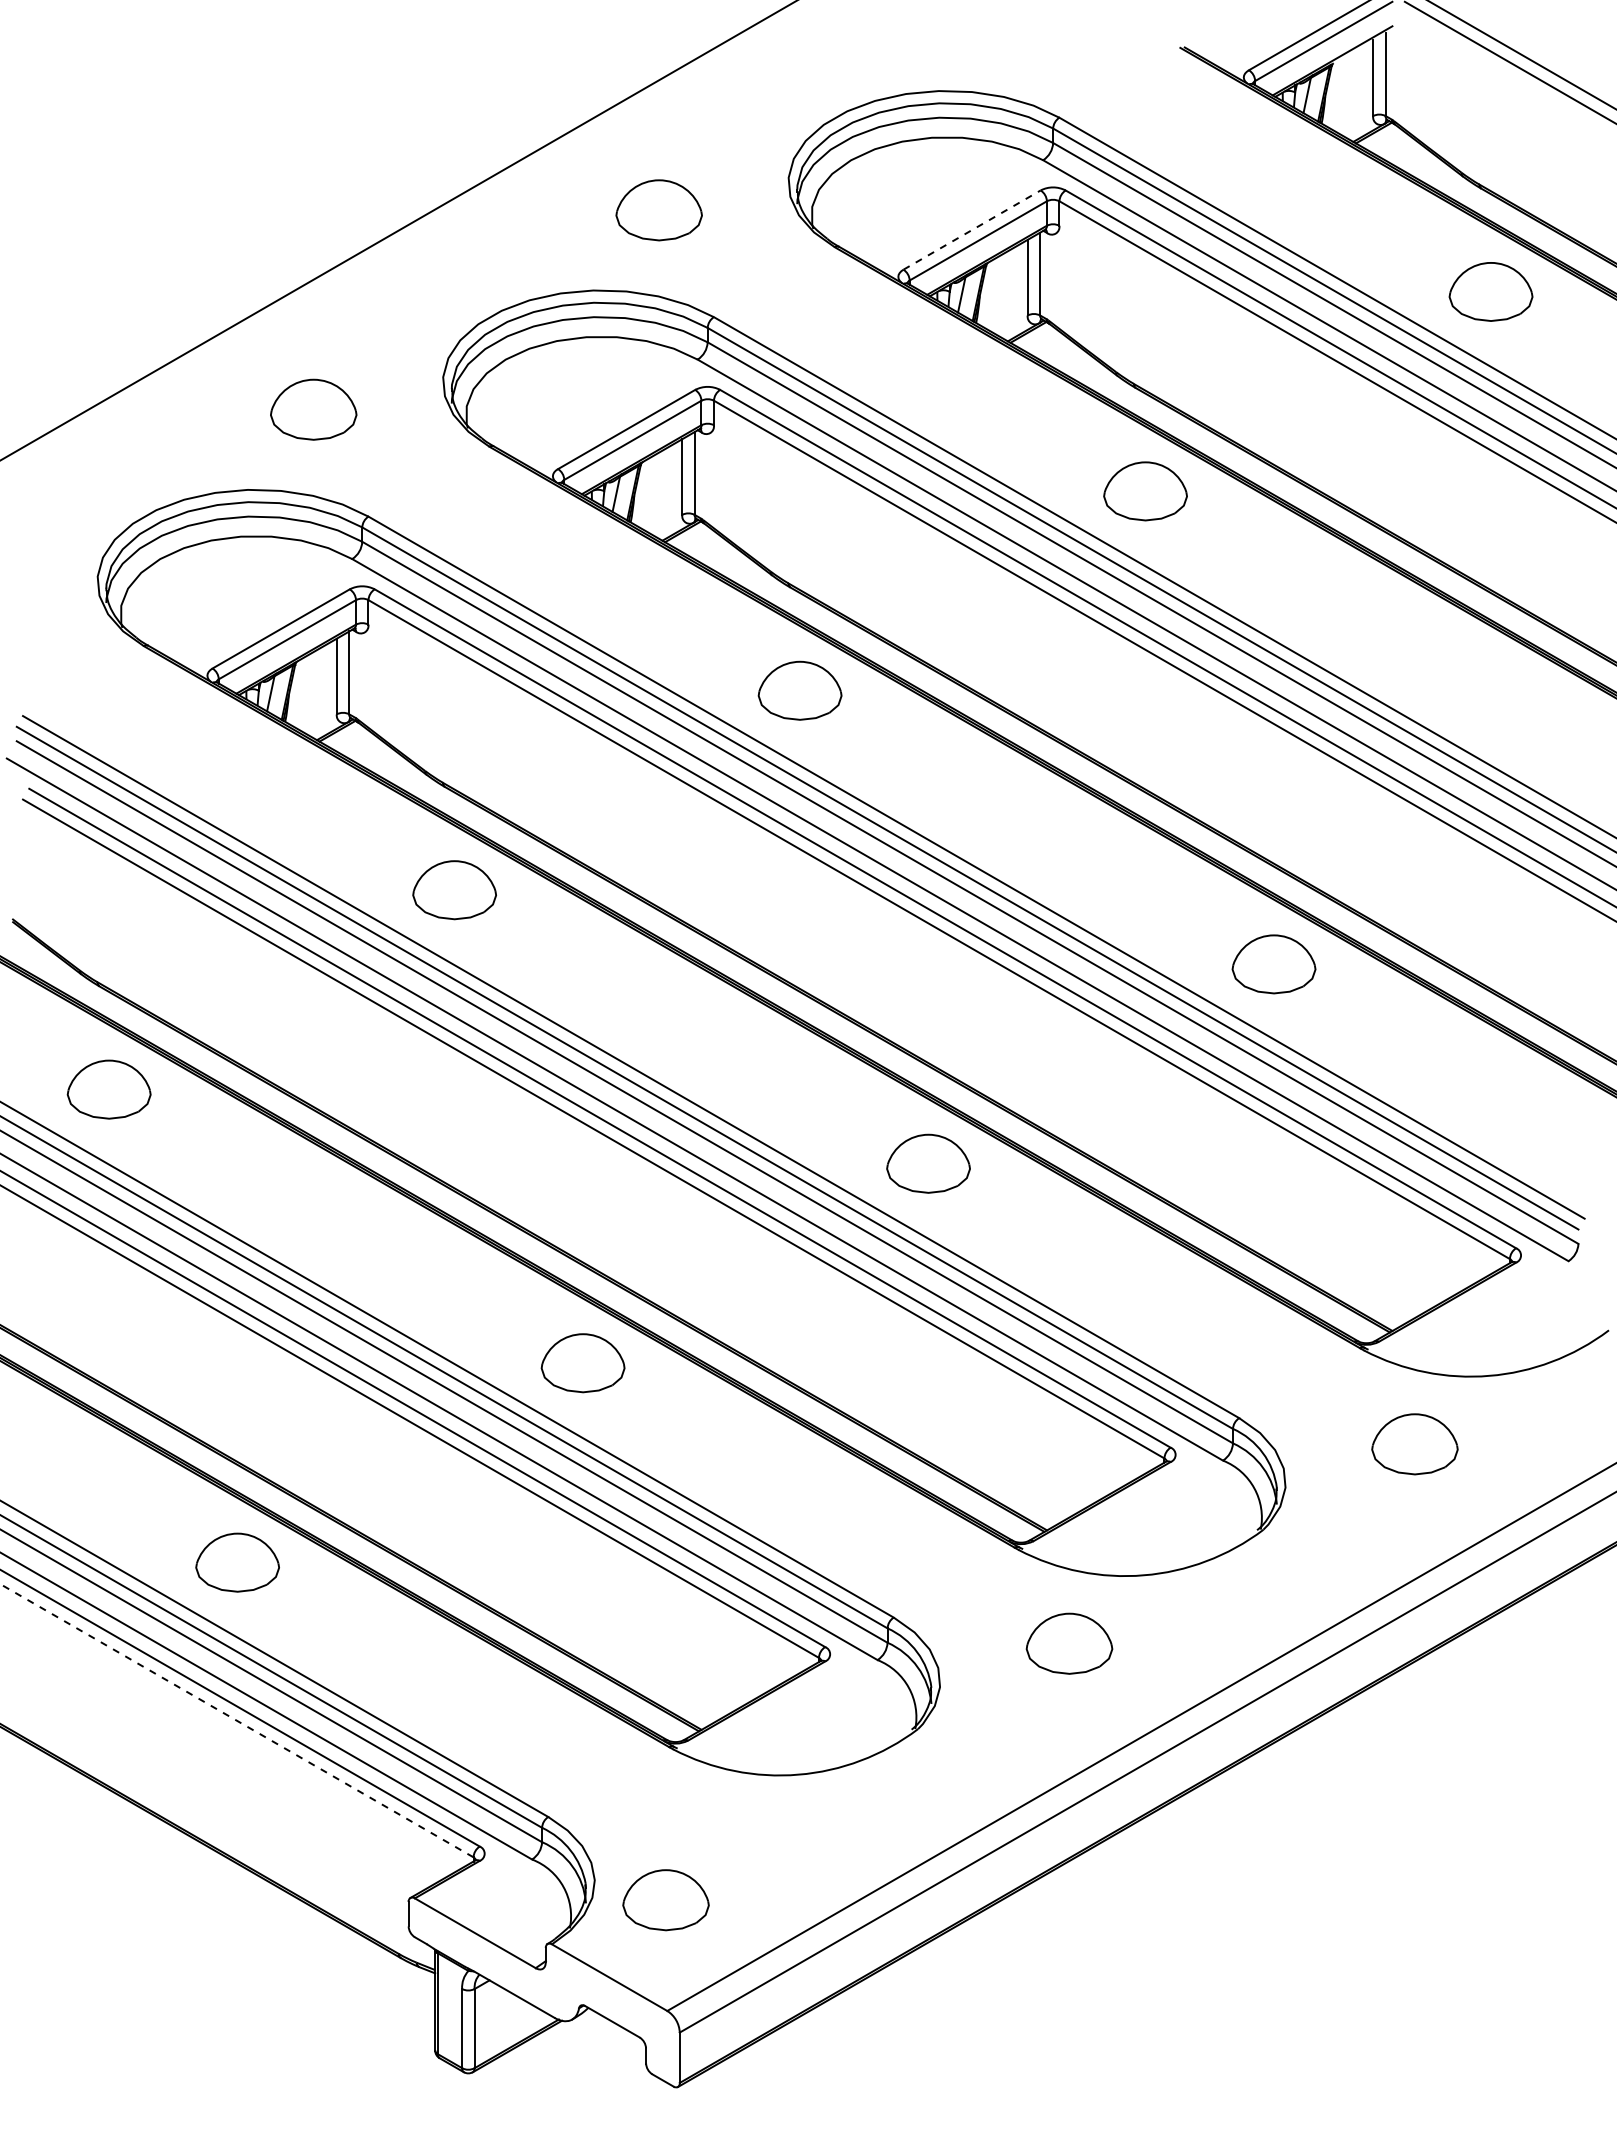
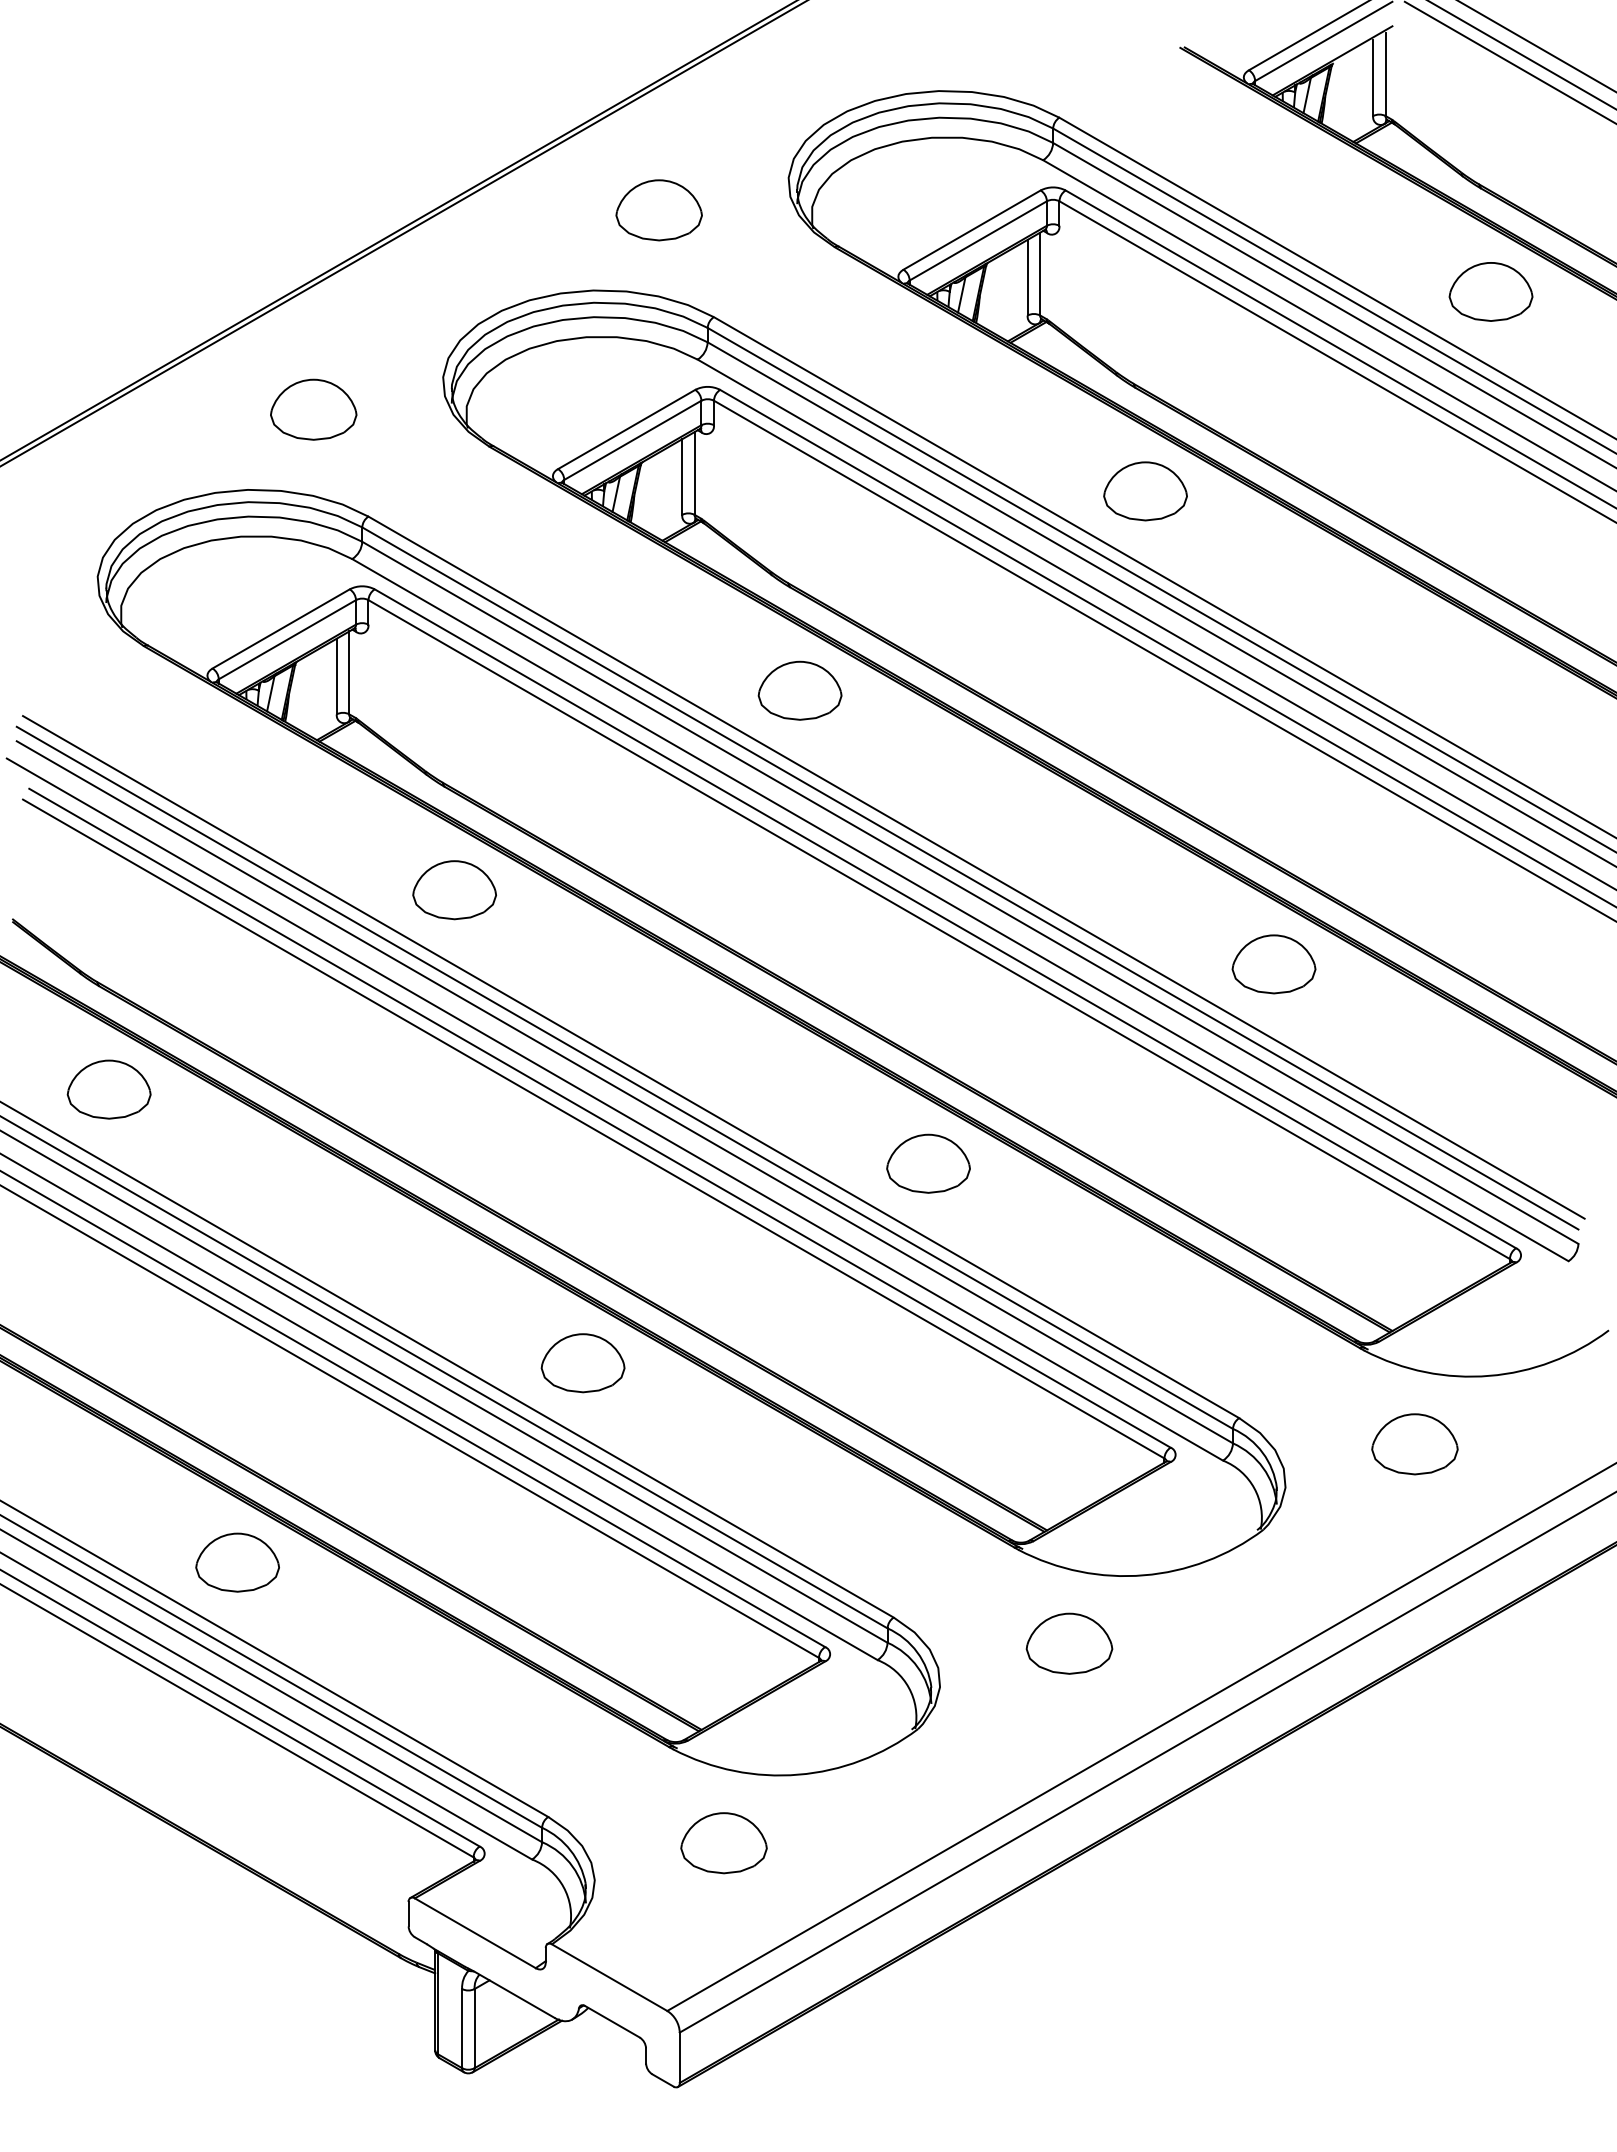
line at (1536, 46): none -> present
line at (972, 229): dashed -> solid
line at (403, 233): none -> present
line at (237, 1720): dashed -> solid
part at (665, 1900) position: (665, 1900) -> (723, 1843)
